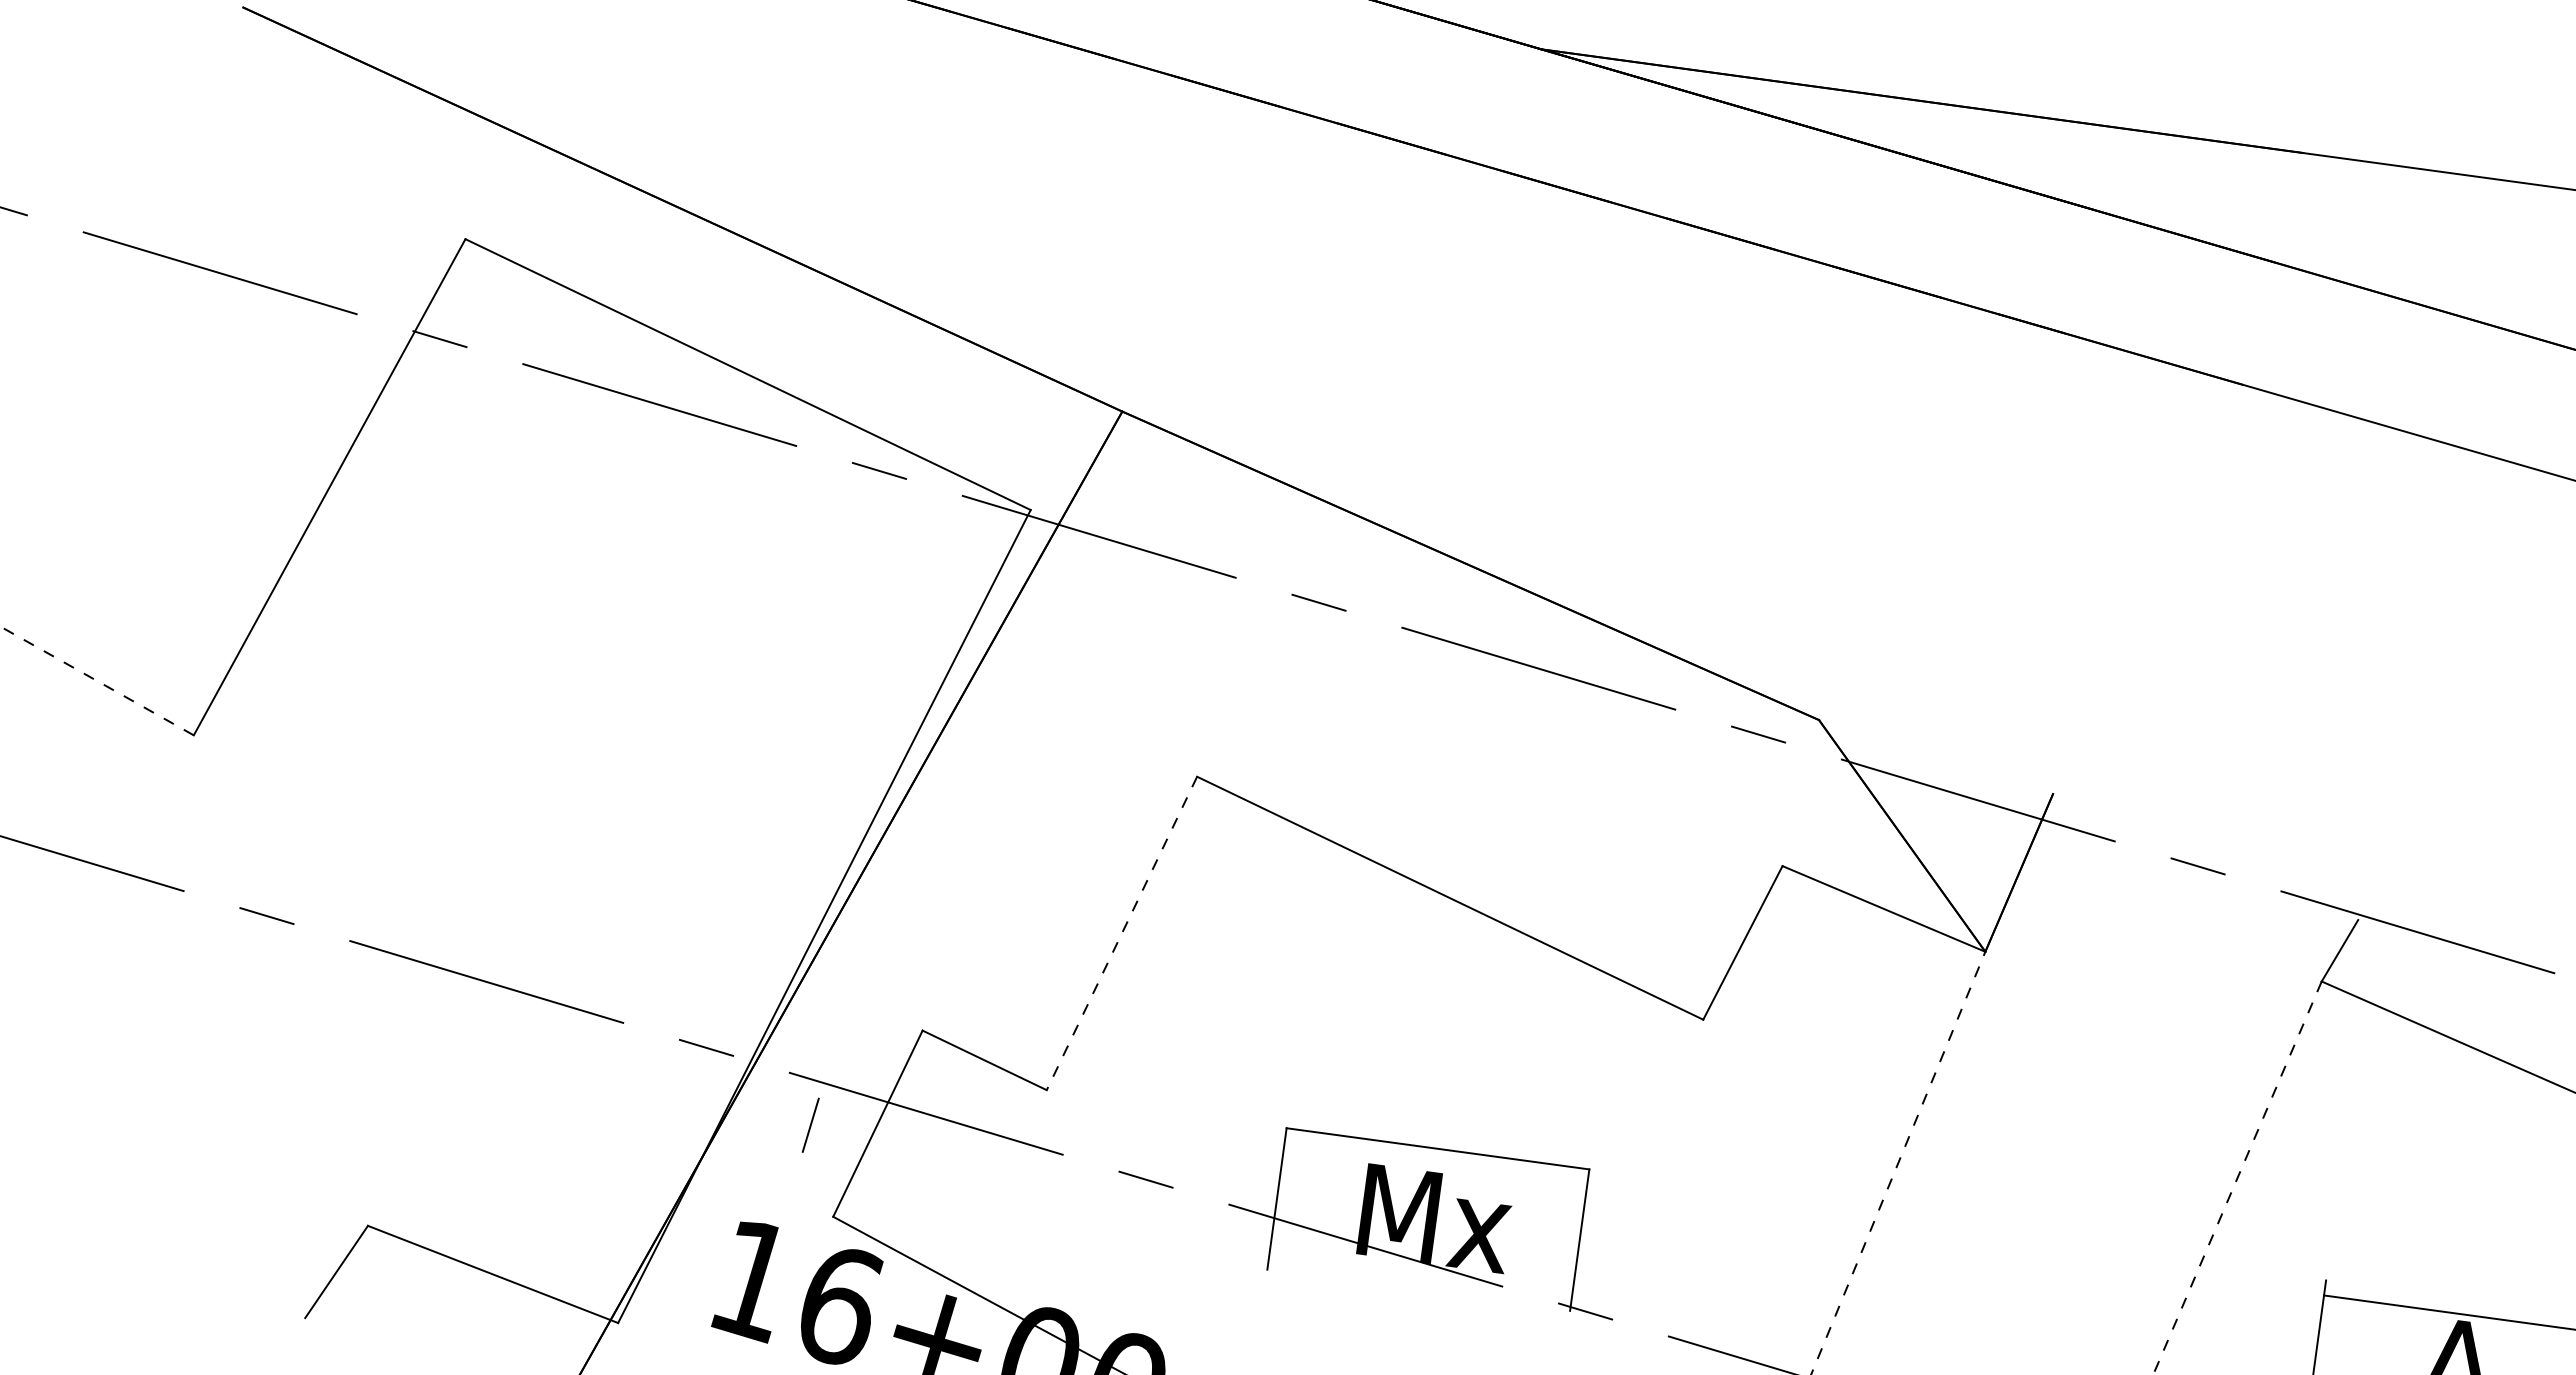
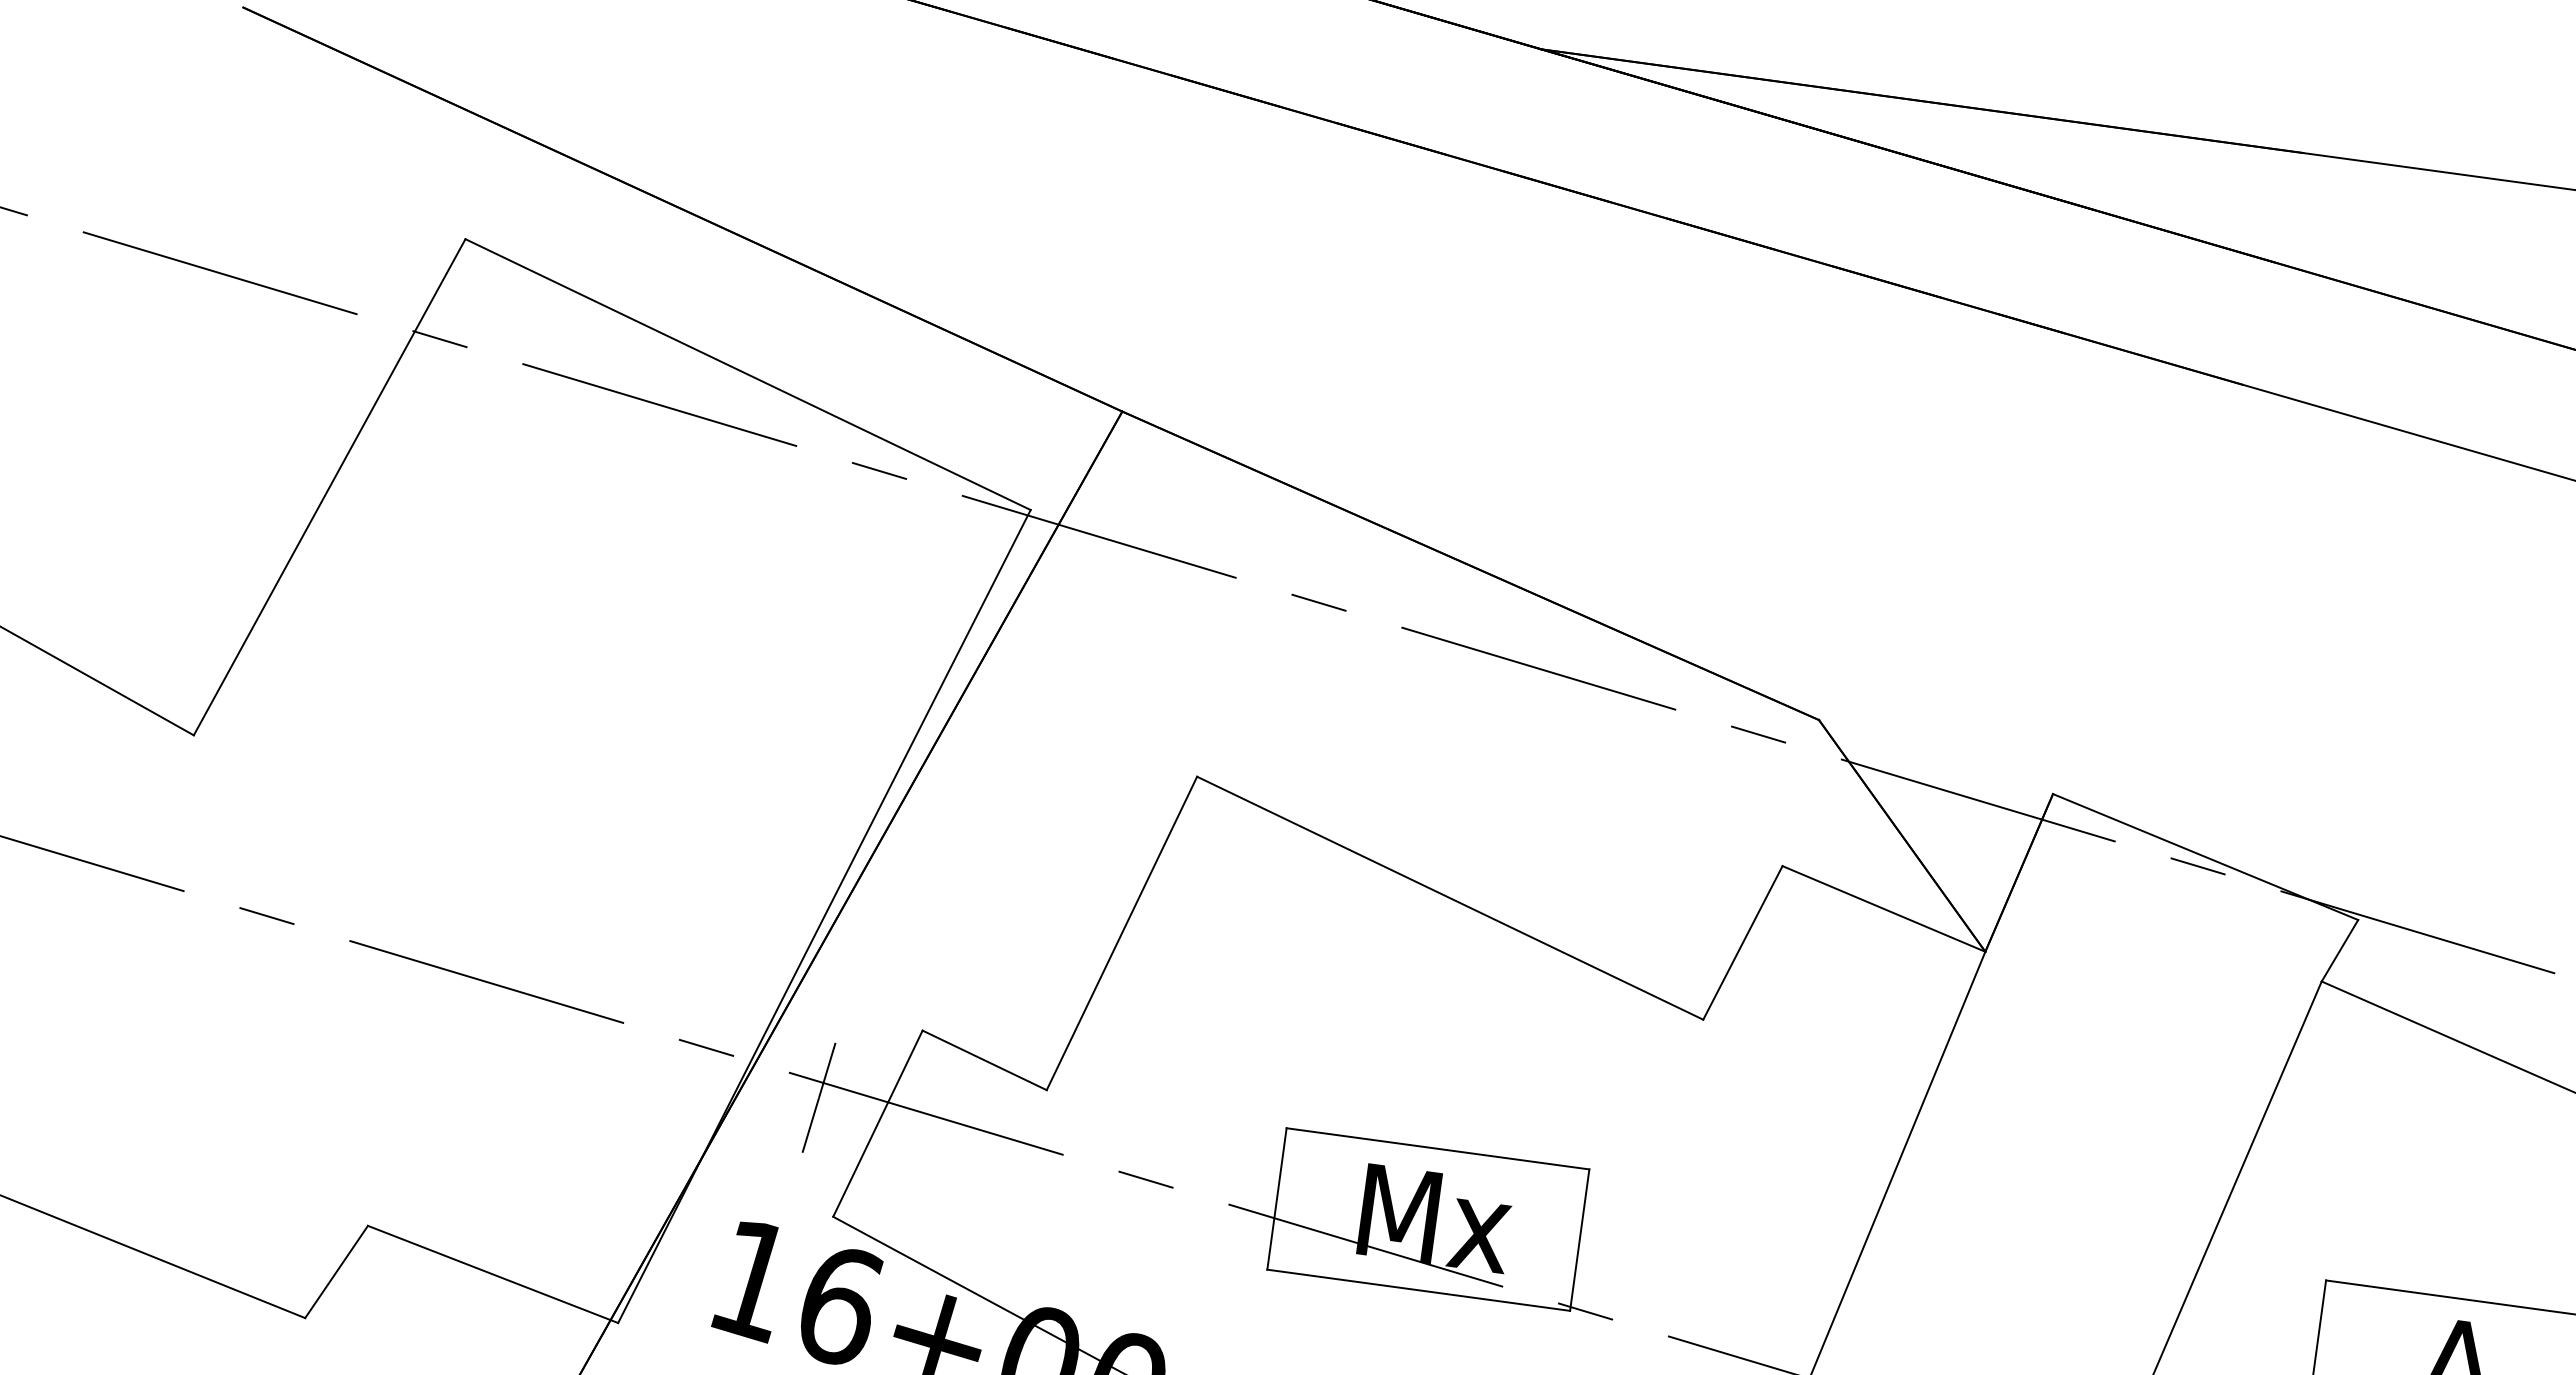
line at (97, 680): dashed -> solid
line at (2205, 857): none -> present
line at (1121, 933): dashed -> solid
line at (827, 1069): none -> present
line at (1898, 1162): dashed -> solid
line at (2237, 1178): dashed -> solid
line at (153, 1257): none -> present
line at (1418, 1289): none -> present
line at (2448, 1312) position: (2448, 1312) -> (2449, 1297)
